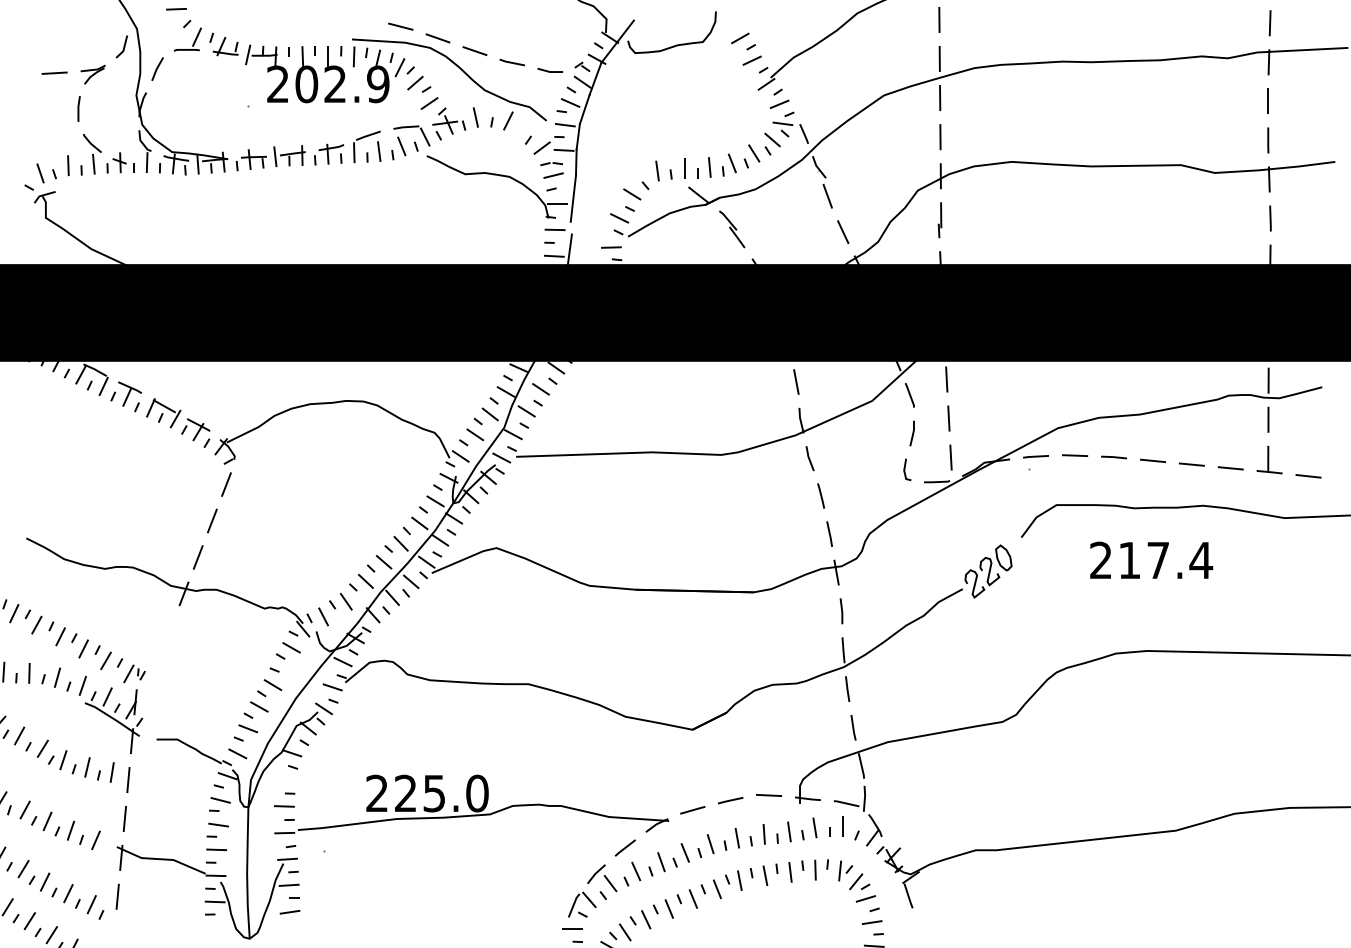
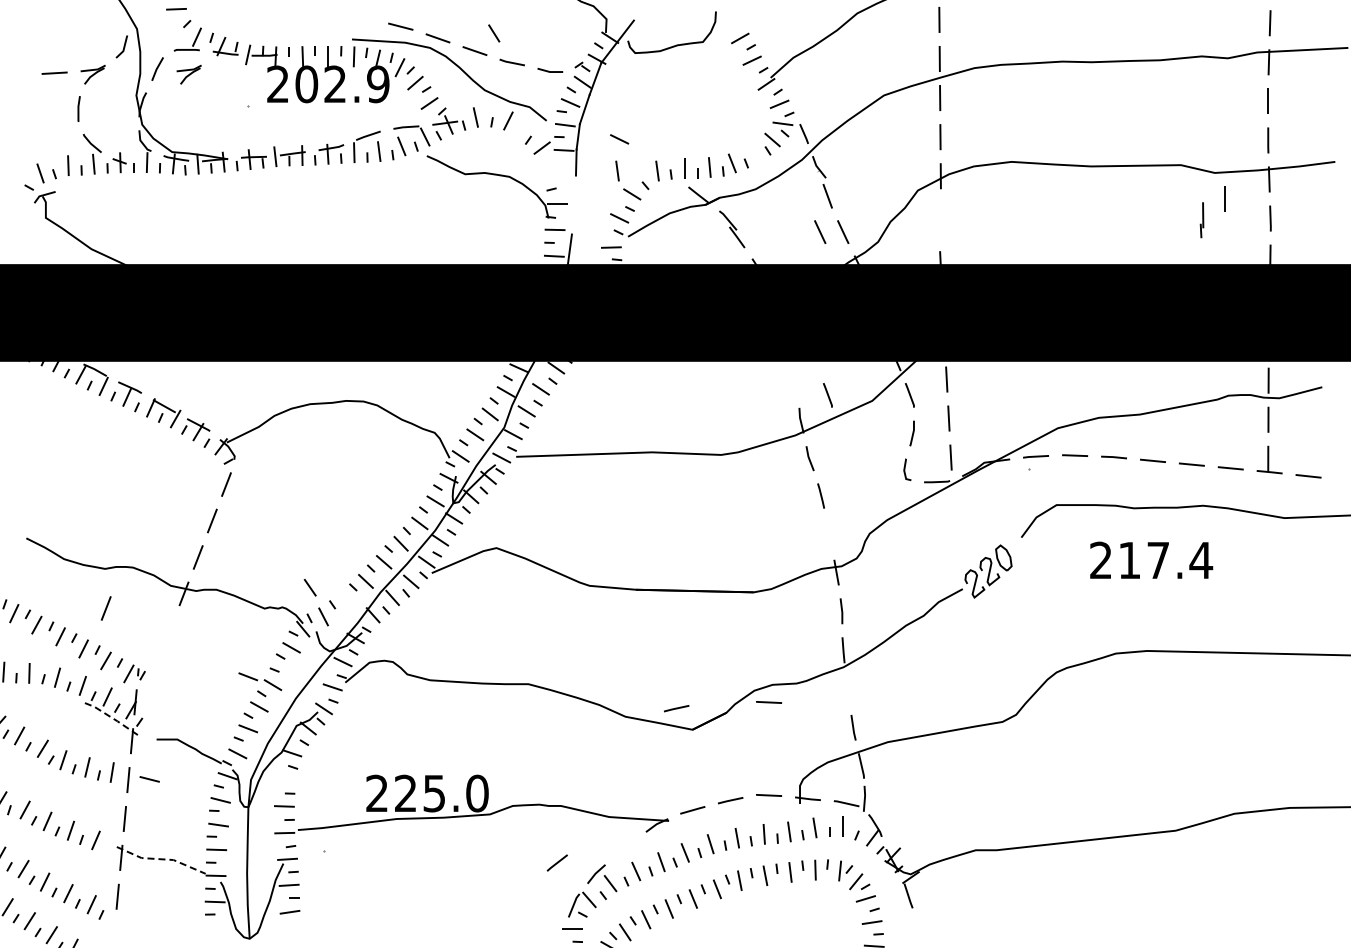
part at (188, 74): none -> present
line at (619, 139): none -> present
line at (754, 153) position: (754, 153) -> (494, 33)
part at (551, 170): present -> none
line at (617, 170): none -> present
line at (572, 198): present -> none
line at (1224, 198): none -> present
part at (939, 220) position: (939, 220) -> (1201, 220)
line at (820, 231): none -> present
line at (796, 381): present -> none
line at (827, 395): none -> present
line at (829, 533): present -> none
line at (345, 601) position: (345, 601) -> (309, 587)
line at (106, 608): none -> present
line at (247, 676): none -> present
line at (847, 688): present -> none
line at (768, 702): none -> present
line at (676, 708): none -> present
line at (113, 718): solid -> dashed
line at (149, 779): none -> present
line at (624, 847) position: (624, 847) -> (556, 862)
line at (161, 859): solid -> dashed
